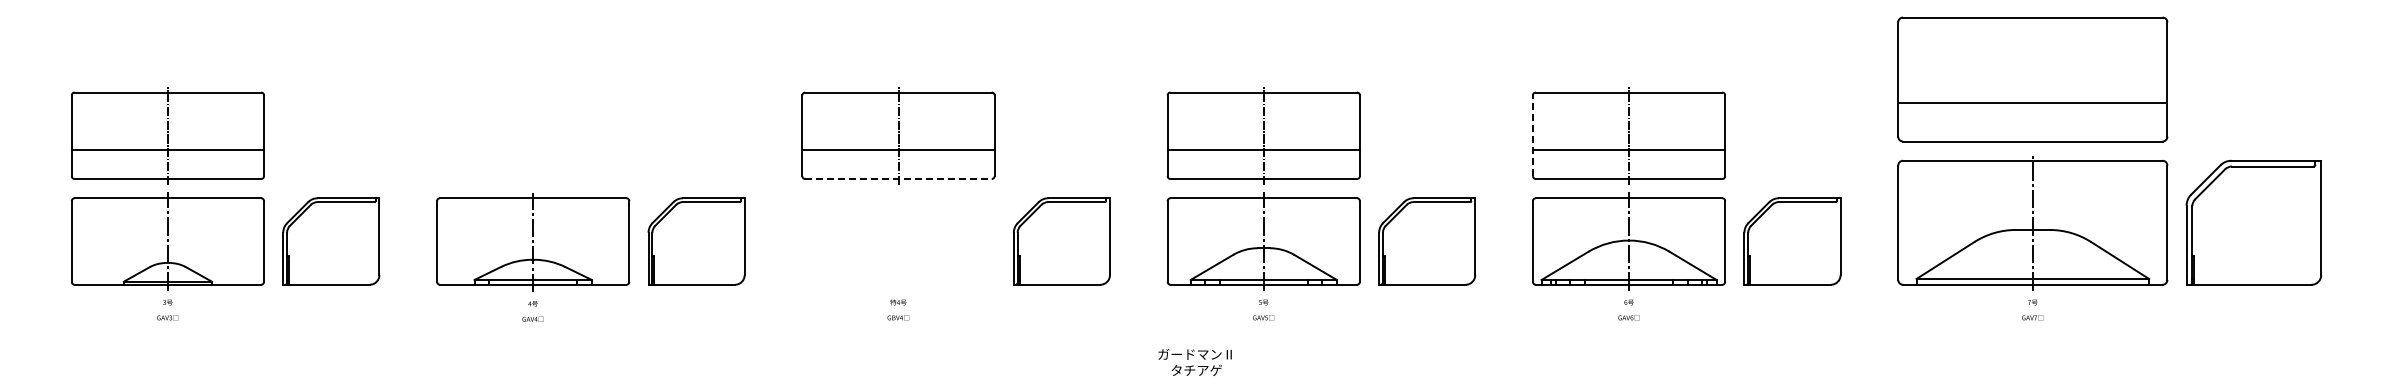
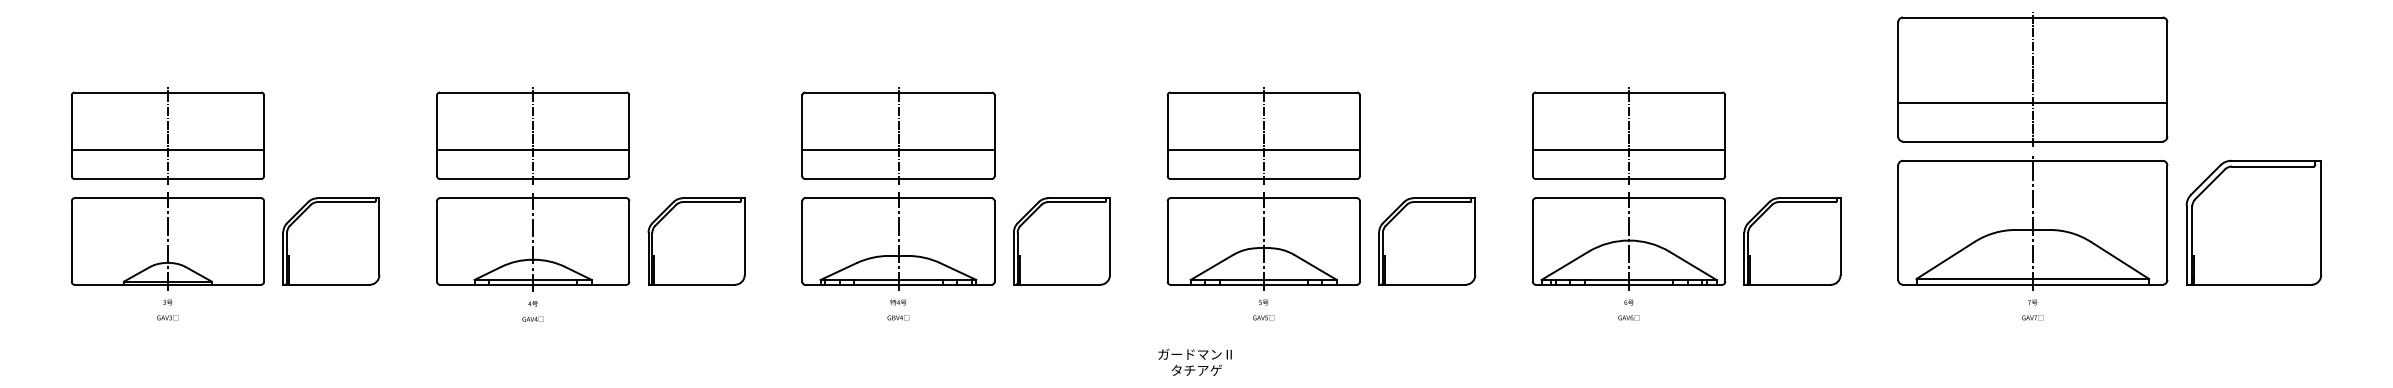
line at (2032, 79): none -> present
part at (533, 135): none -> present
line at (1532, 135): dashed -> solid
line at (898, 179): dashed -> solid
part at (898, 241): none -> present
